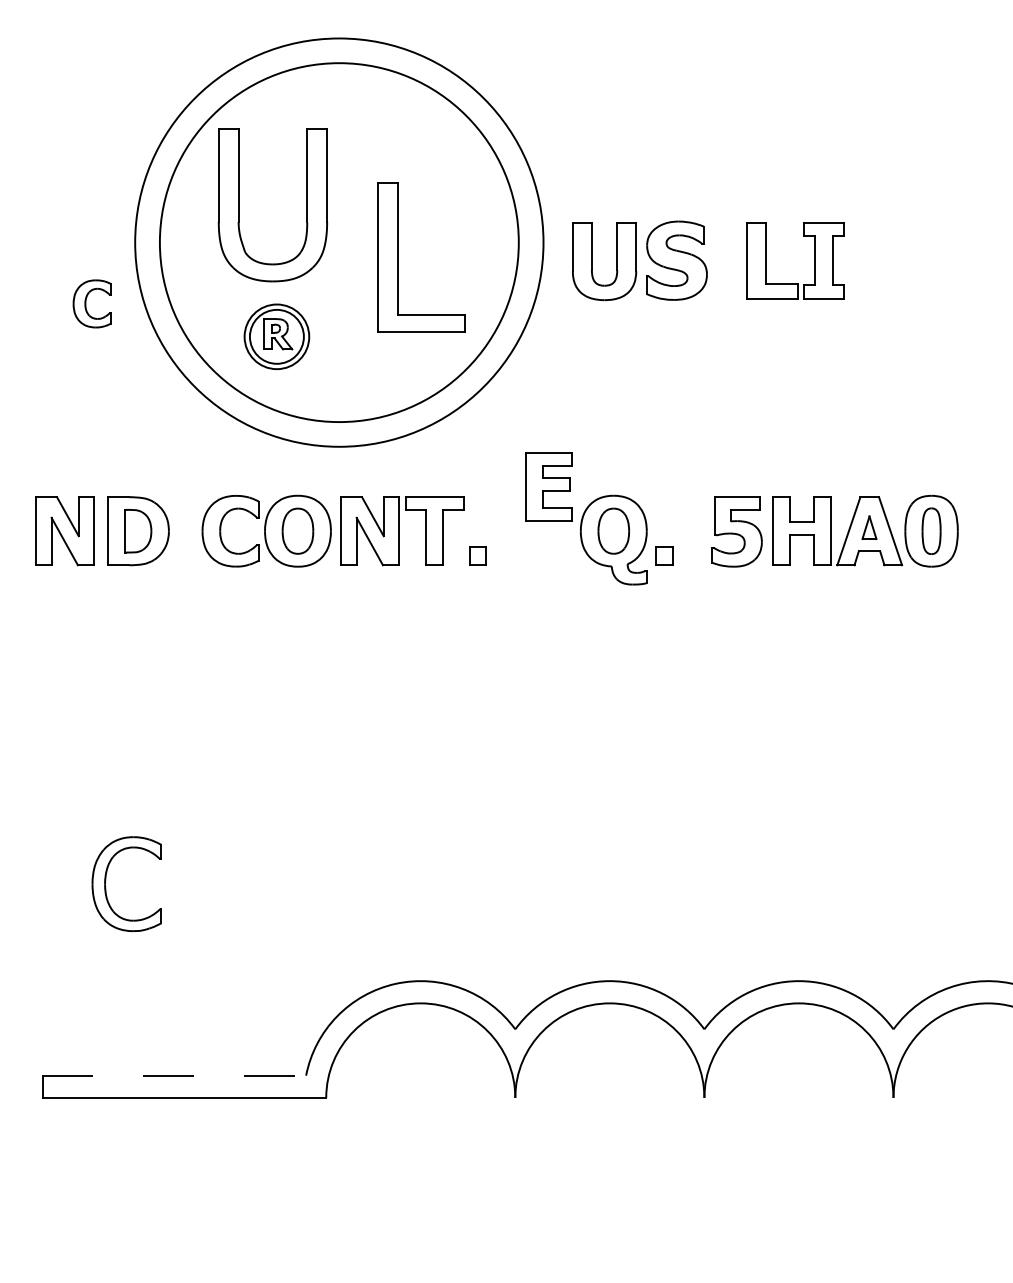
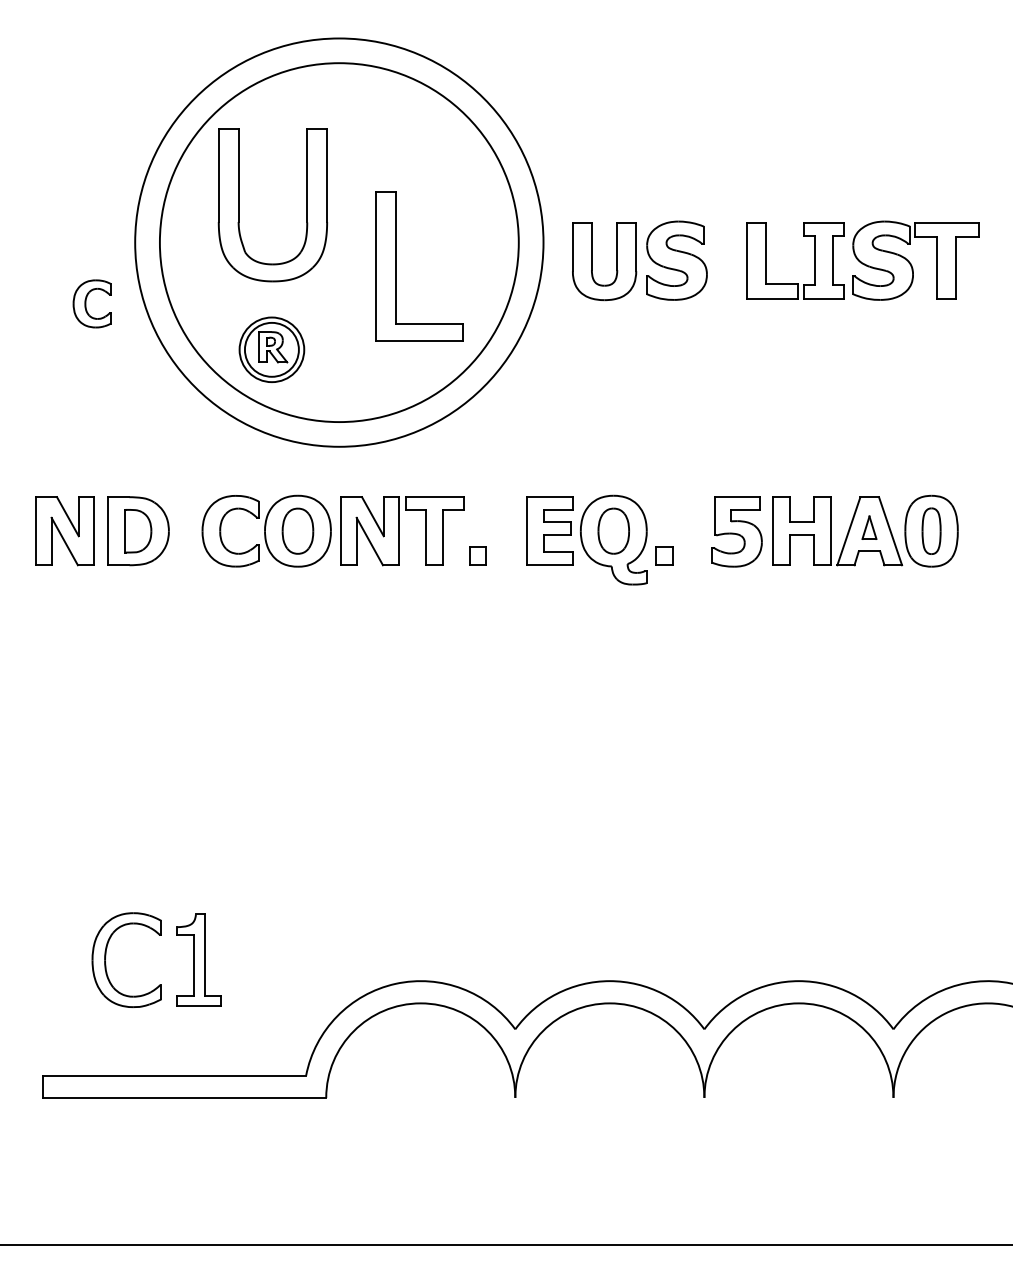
part at (398, 257) position: (398, 257) -> (396, 266)
part at (915, 260): none -> present
part at (276, 336) position: (276, 336) -> (271, 349)
part at (548, 486) position: (548, 486) -> (549, 530)
part at (106, 880) position: (106, 880) -> (106, 956)
part at (198, 959): none -> present
line at (174, 1075): dashed -> solid
line at (505, 1244): none -> present
